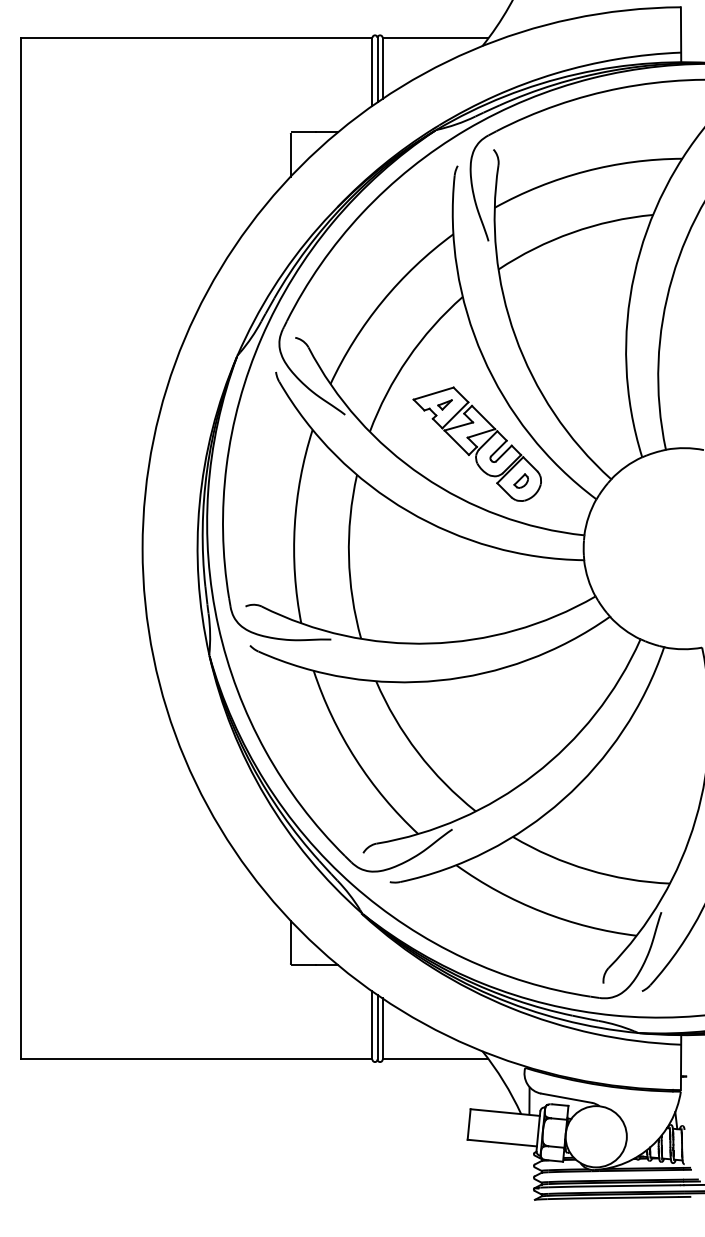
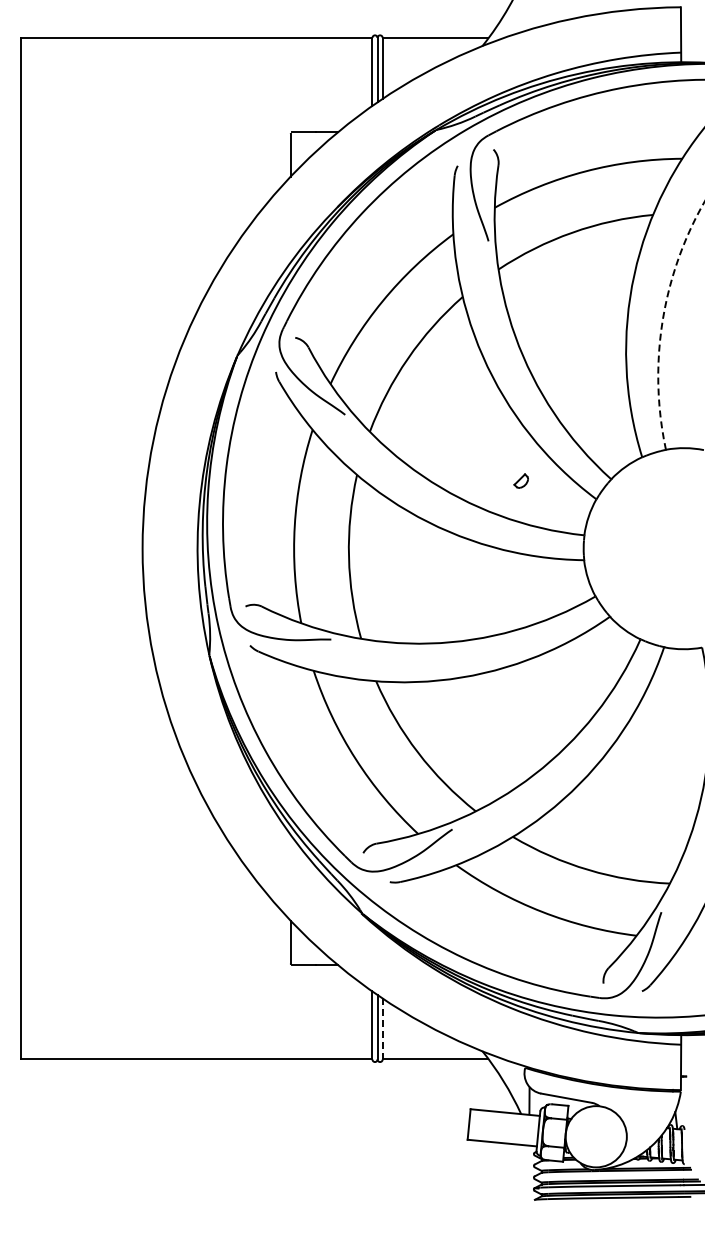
arc at (662, 321): solid -> dashed
part at (476, 443): present -> none
line at (382, 1028): solid -> dashed
